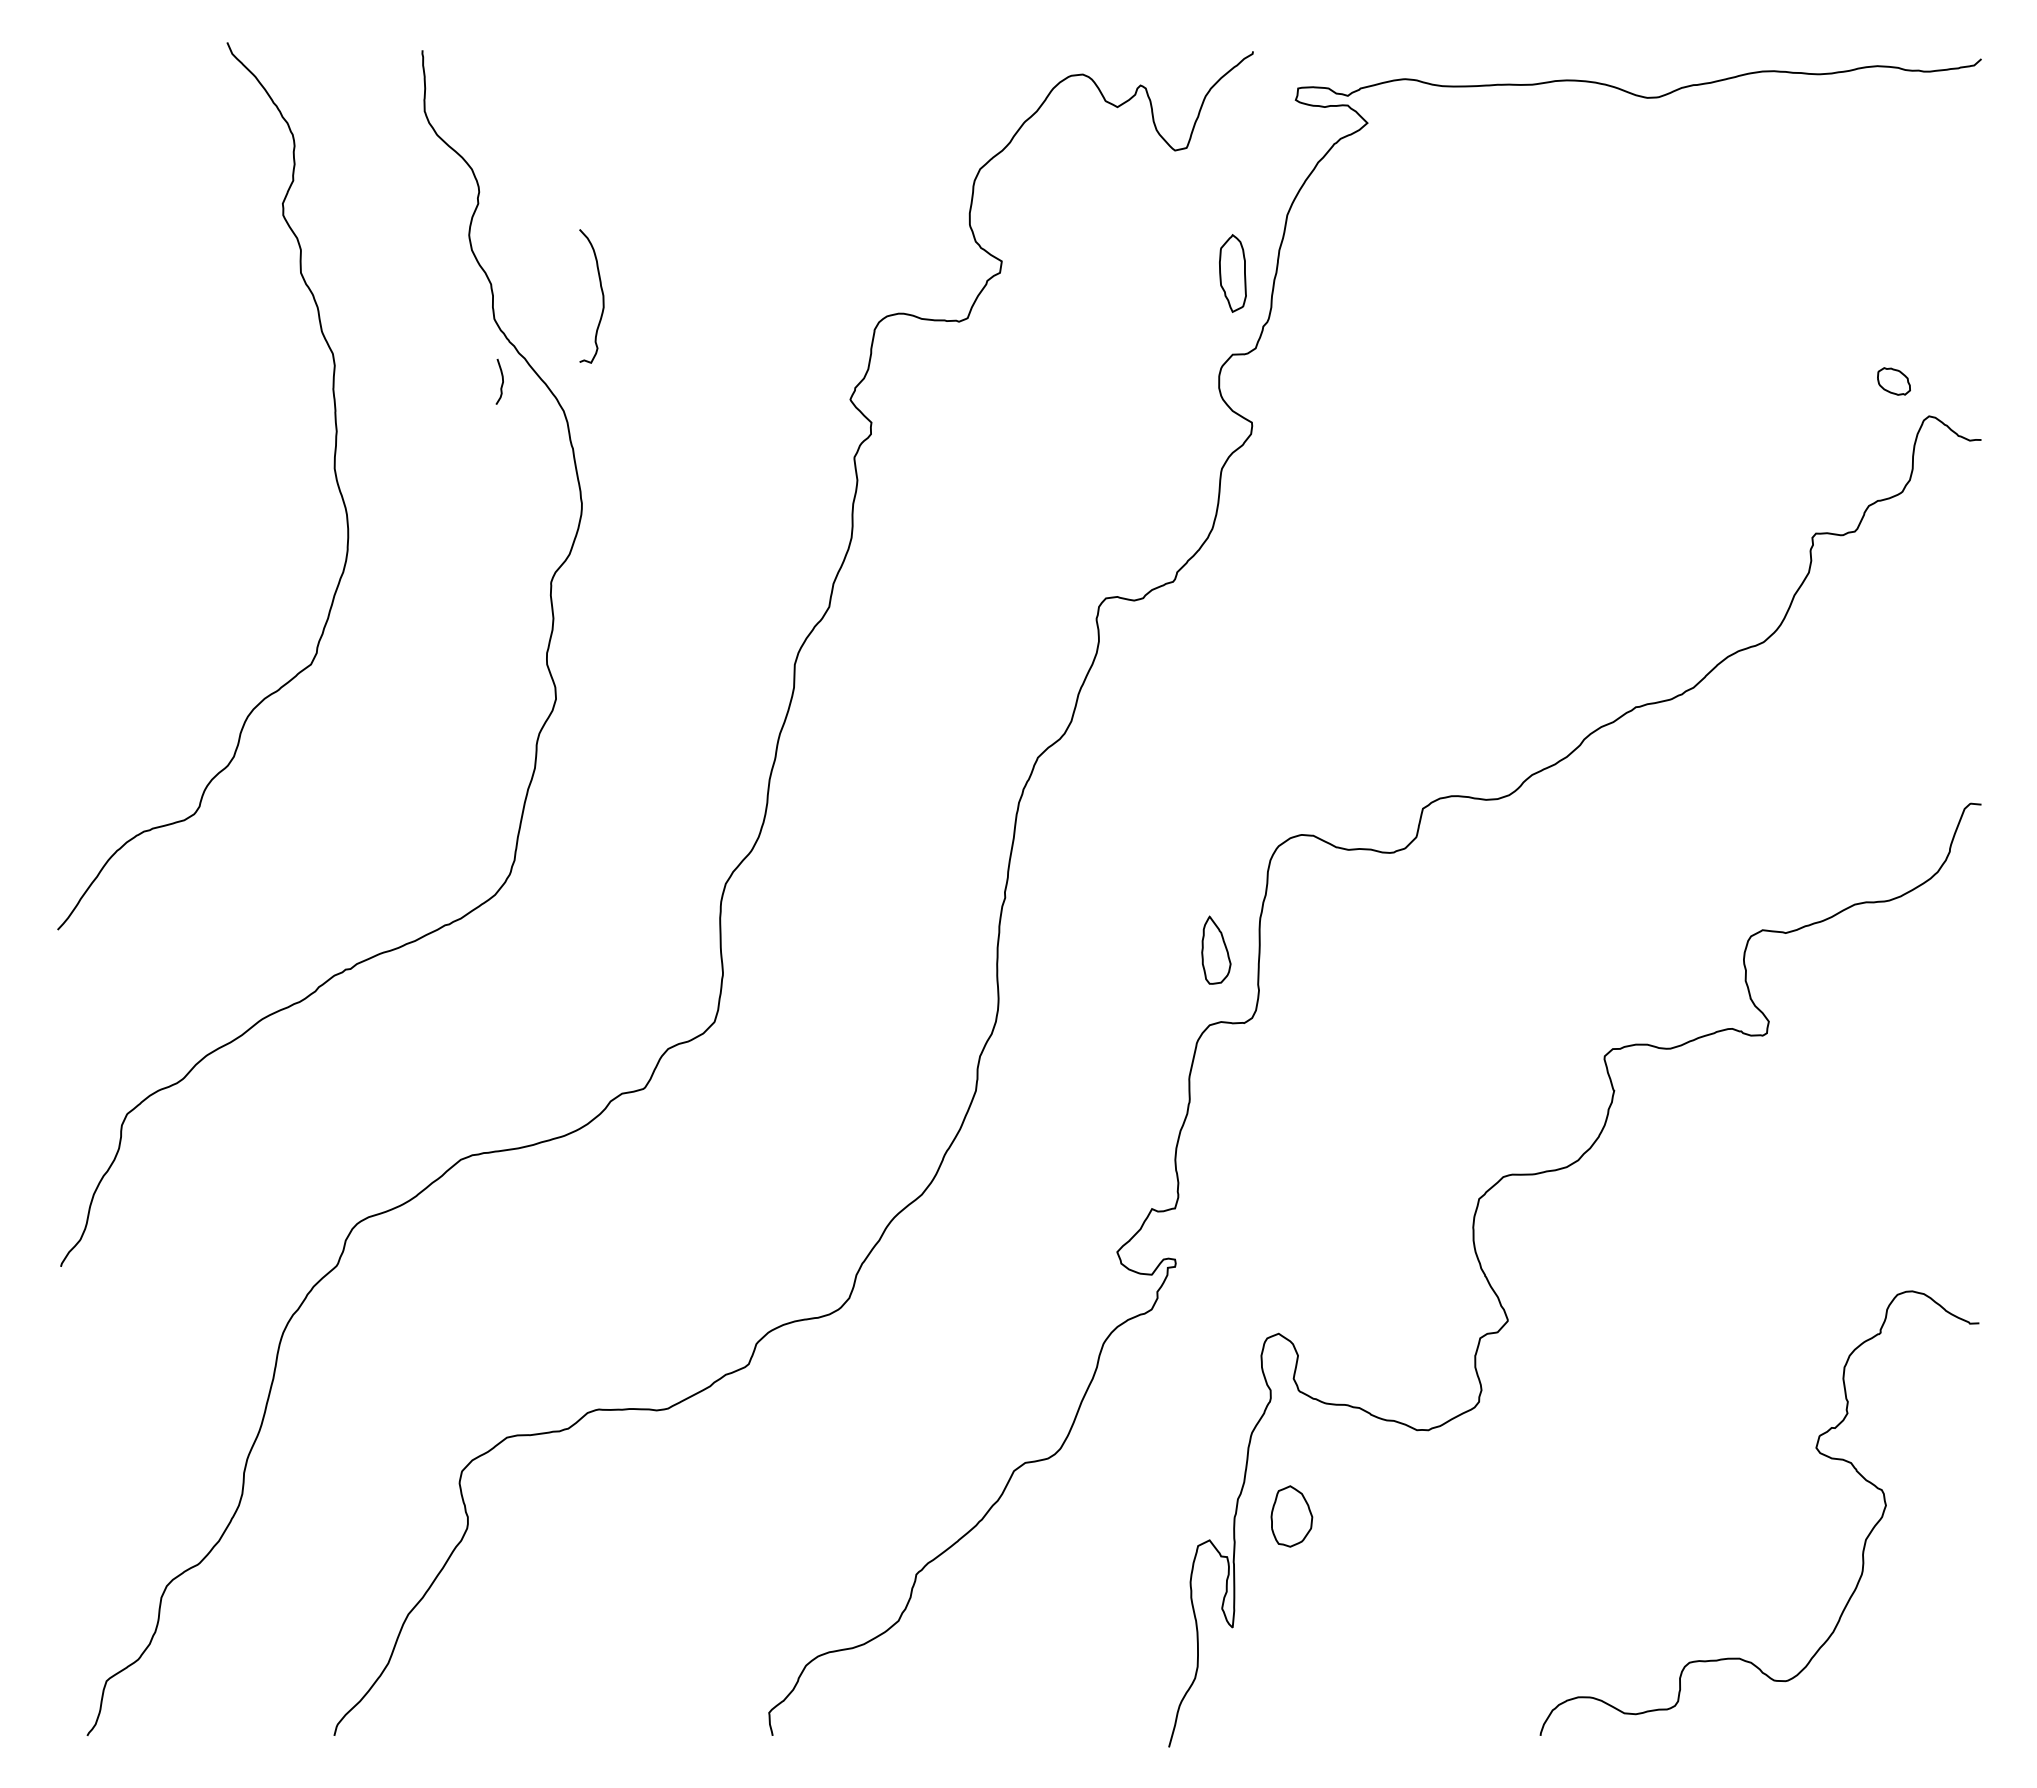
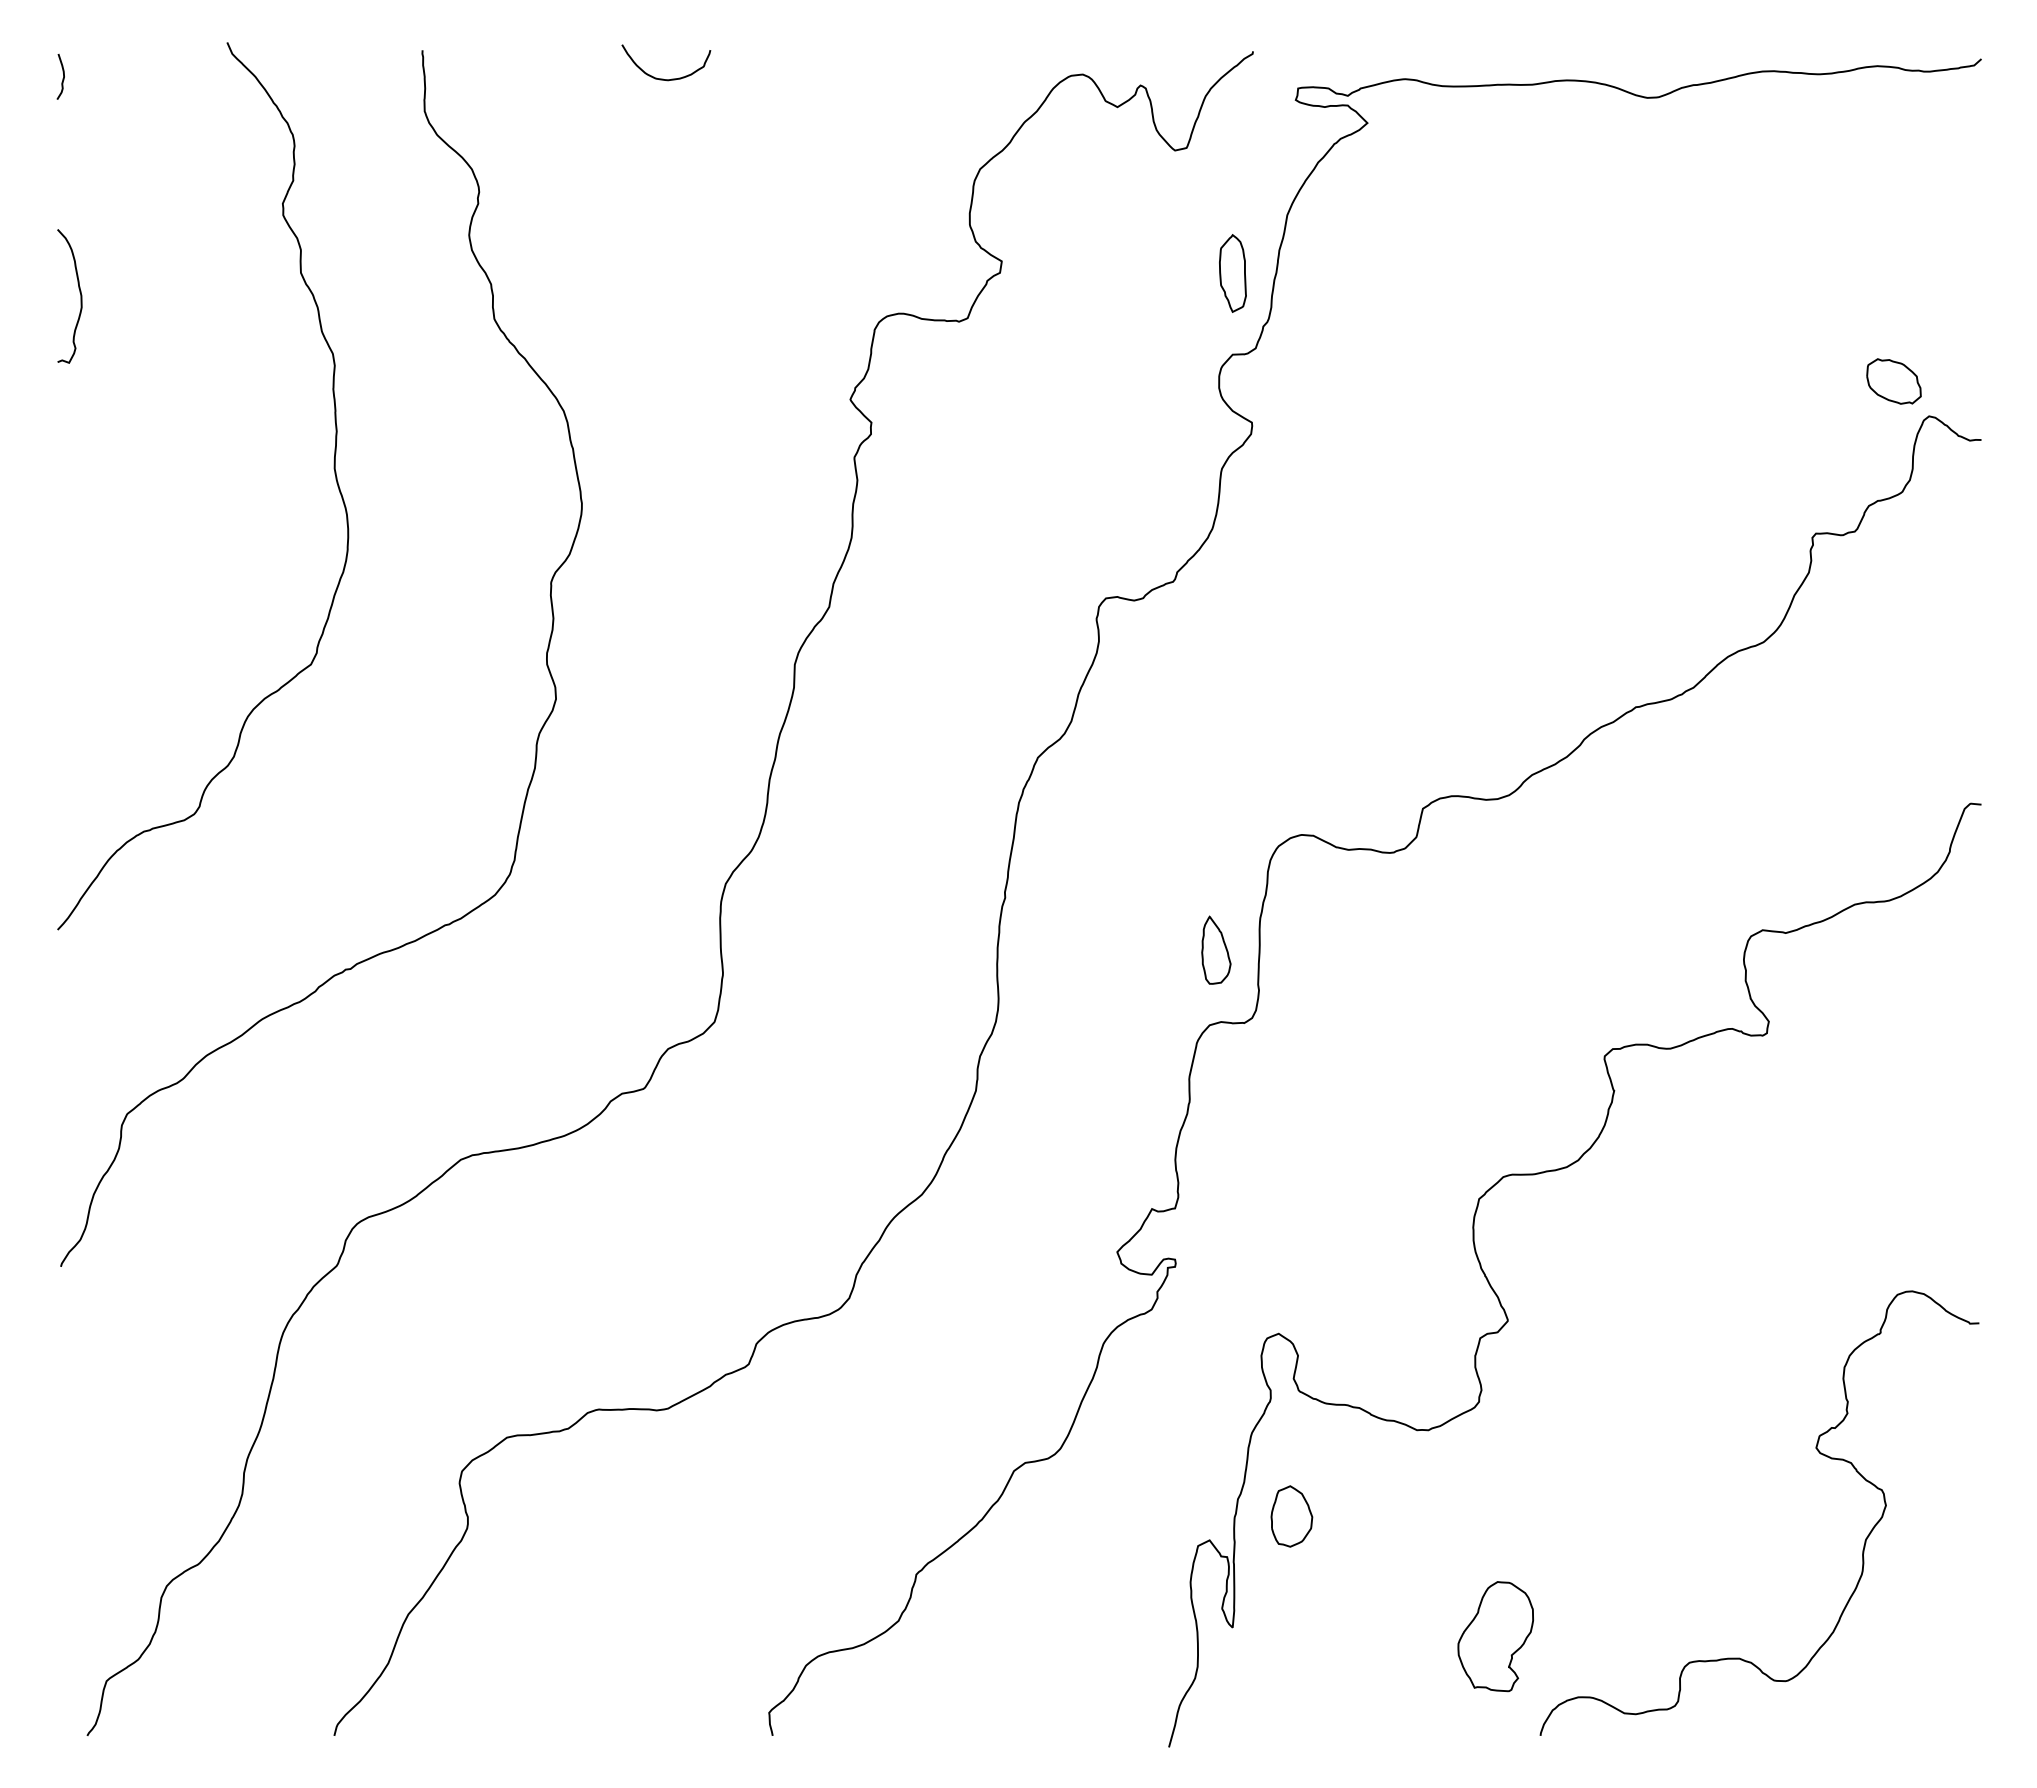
curve at (663, 78): none -> present
curve at (601, 292) position: (601, 292) -> (79, 292)
part at (1893, 381) size: 34x29 px -> 56x47 px
curve at (501, 383) position: (501, 383) -> (62, 78)
part at (1495, 1636): none -> present
